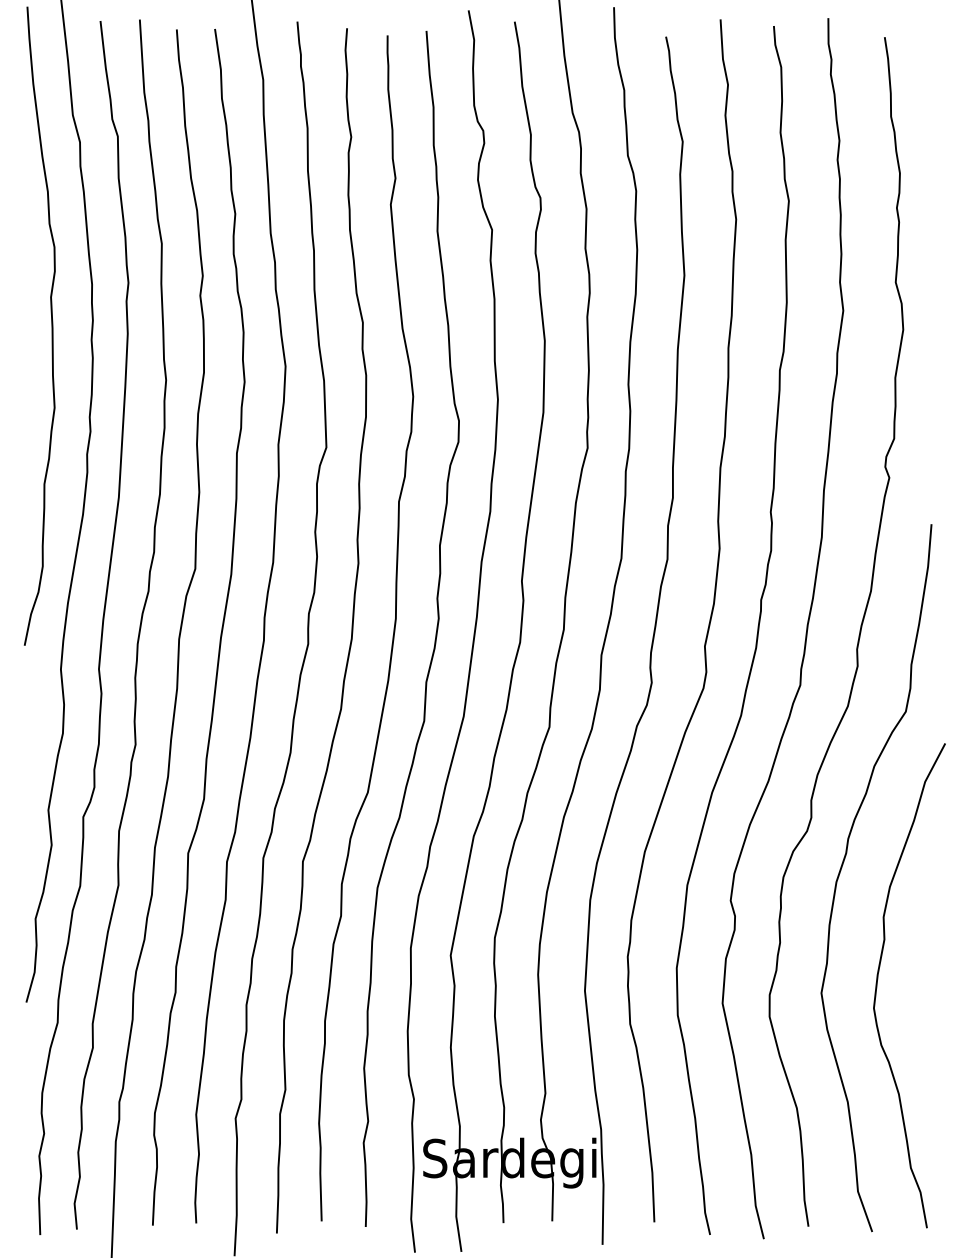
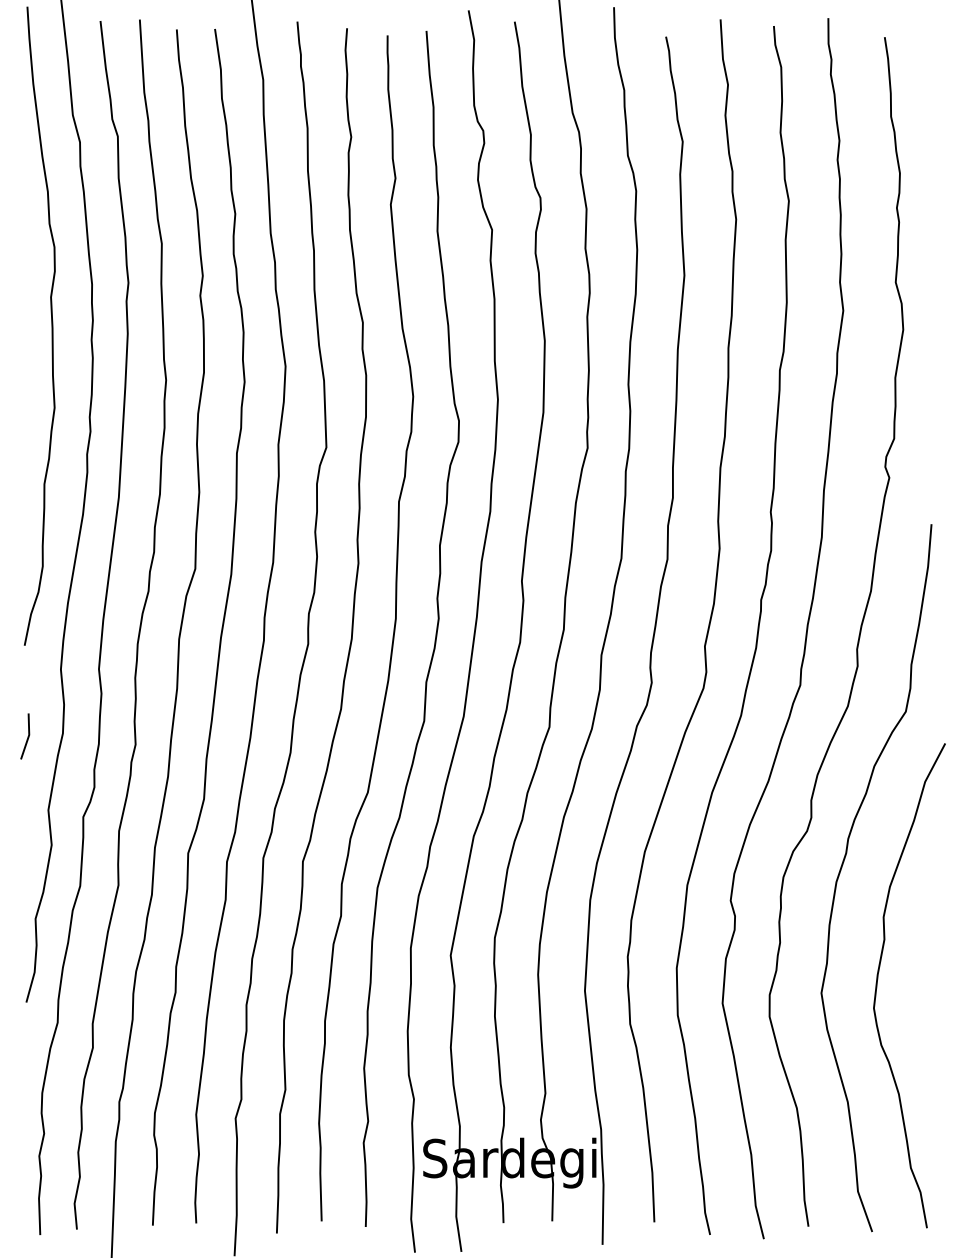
line at (27, 736): none -> present
